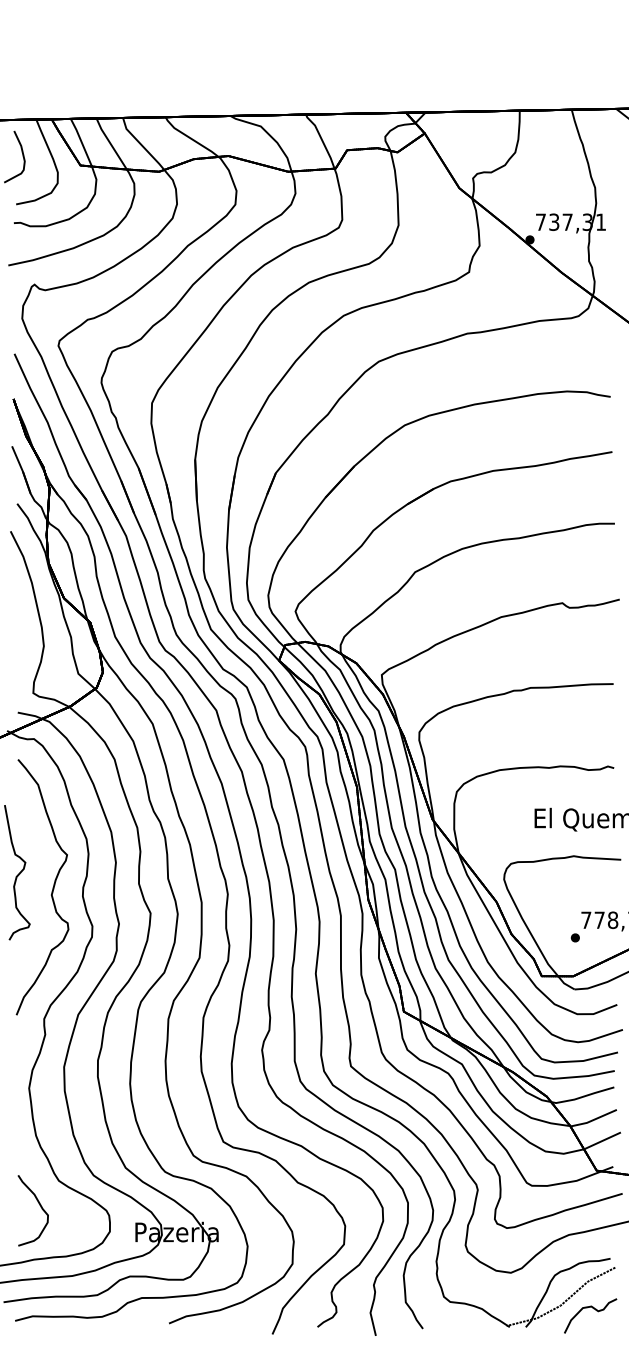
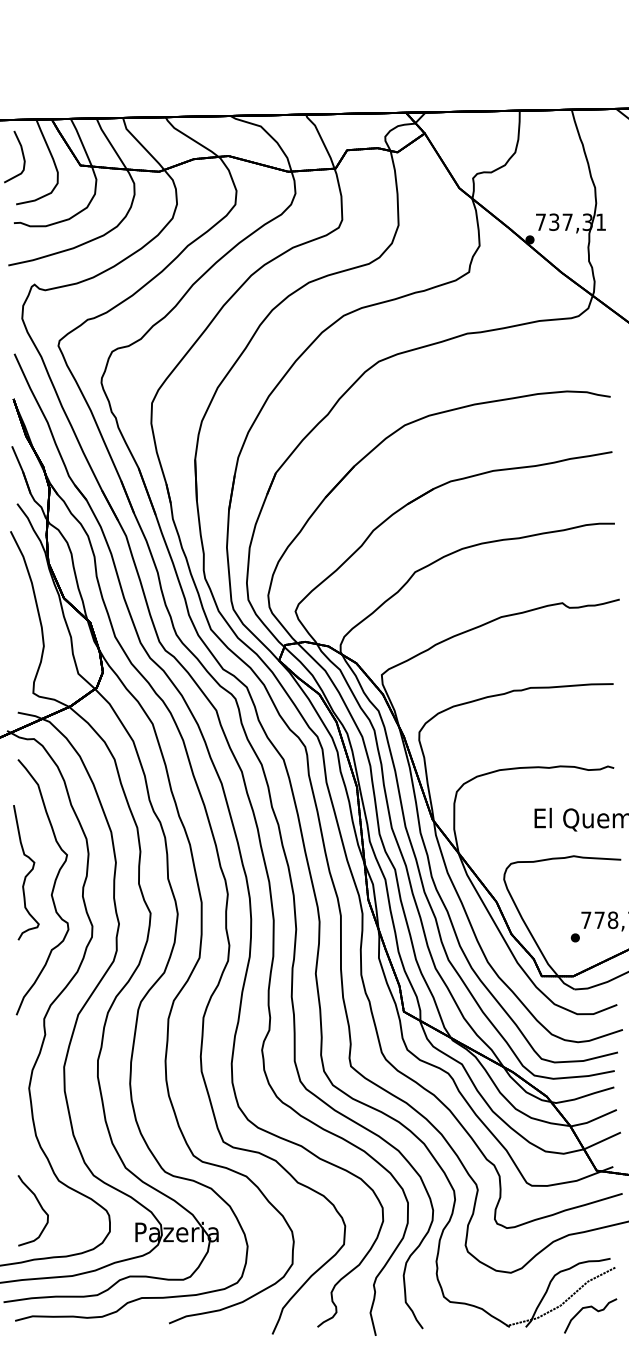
curve at (18, 873) position: (18, 873) -> (27, 873)
